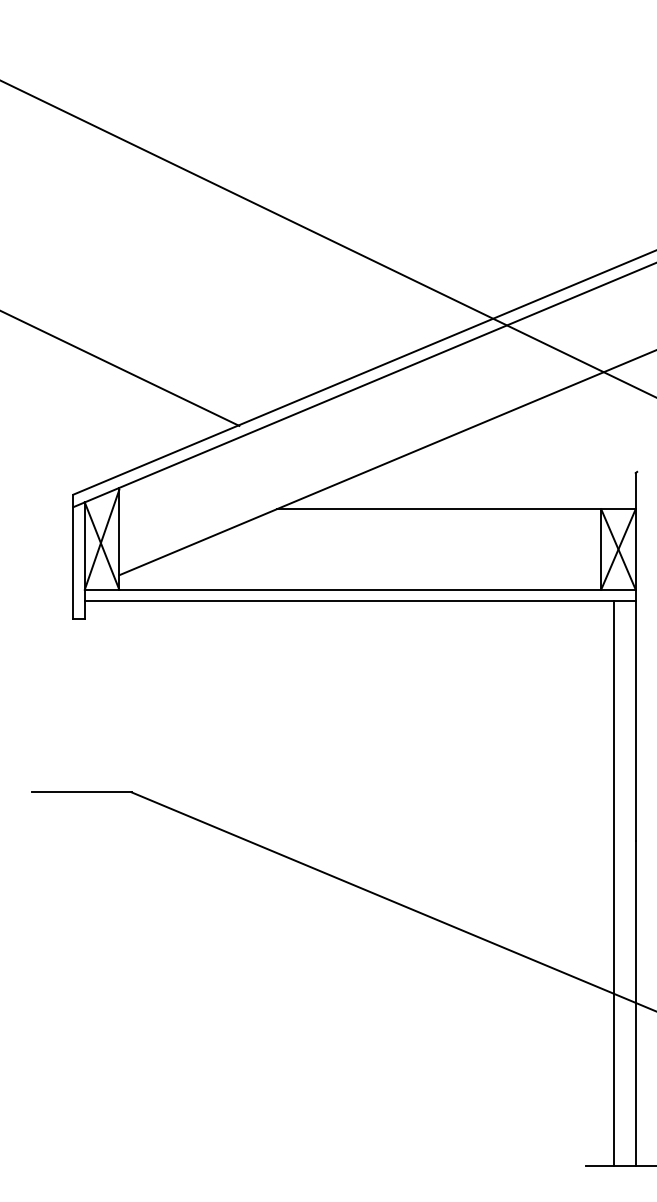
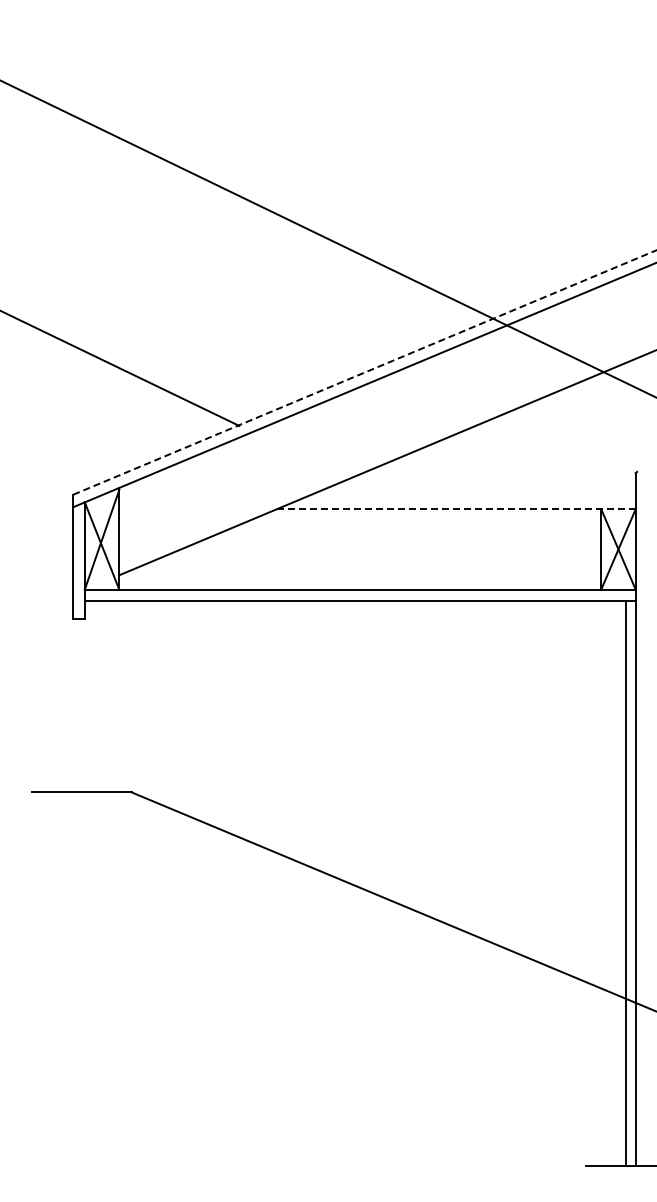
line at (364, 372): solid -> dashed
line at (456, 509): solid -> dashed
line at (614, 883) position: (614, 883) -> (626, 883)
